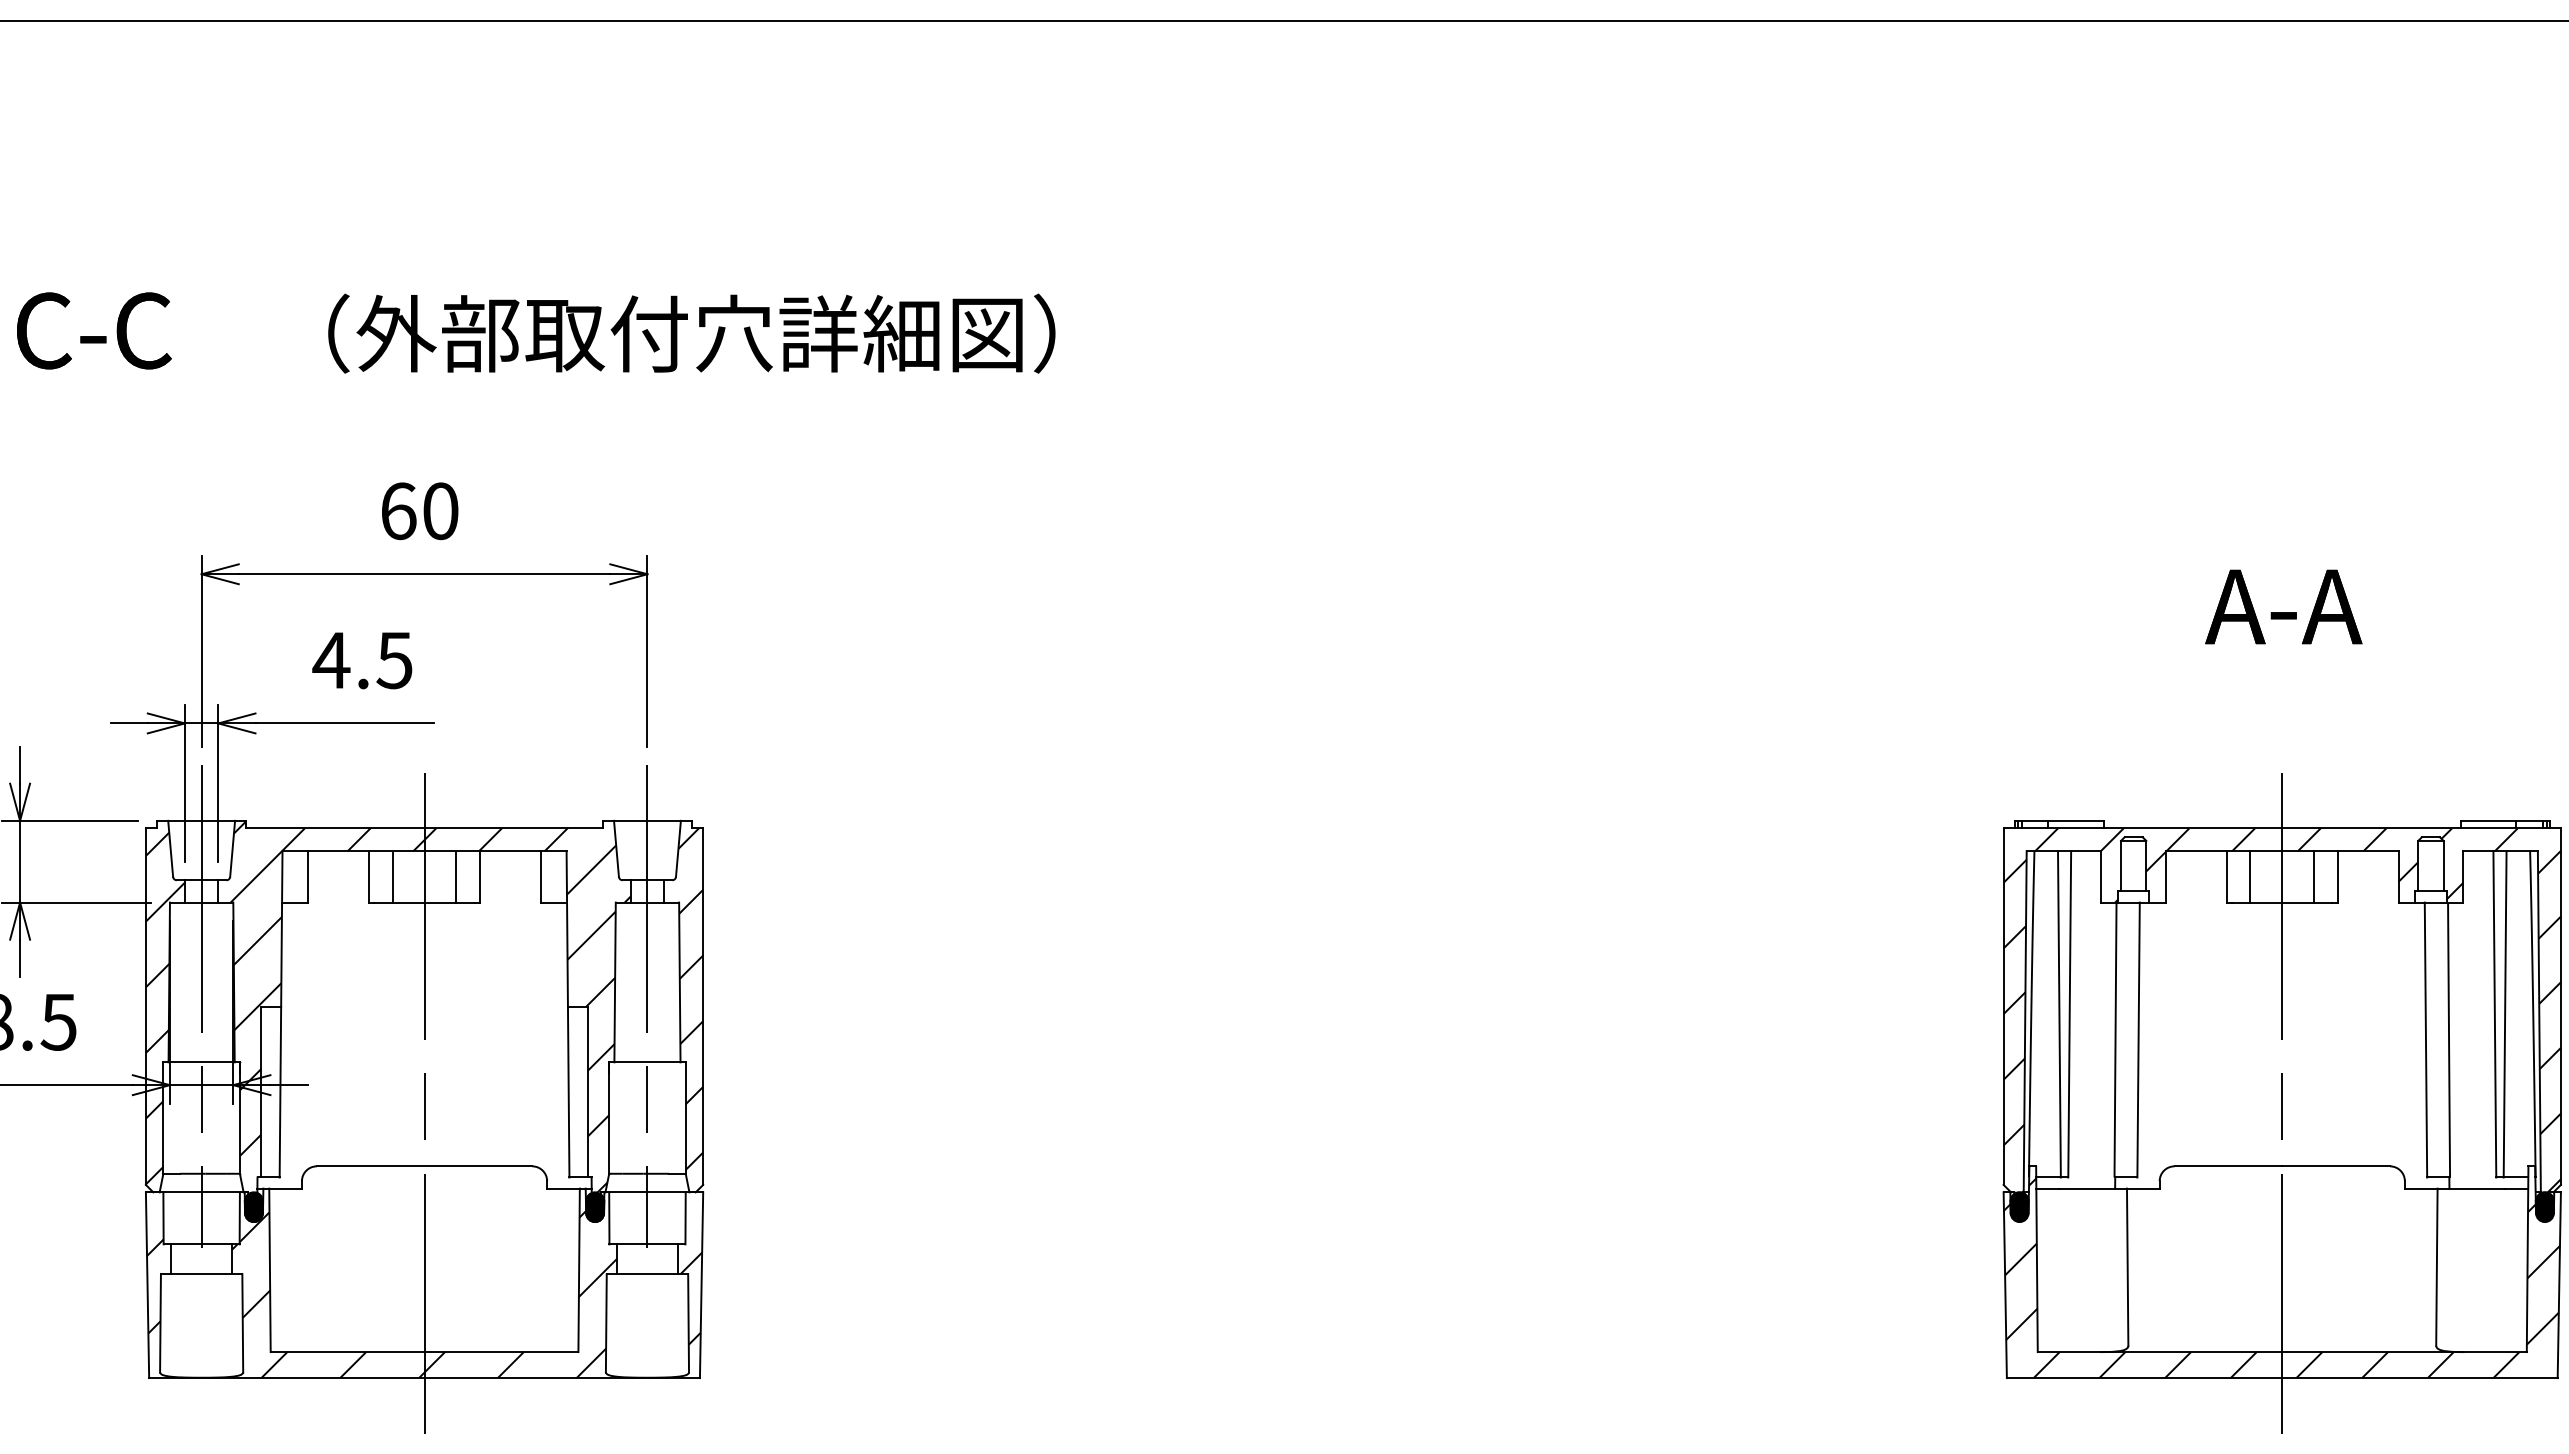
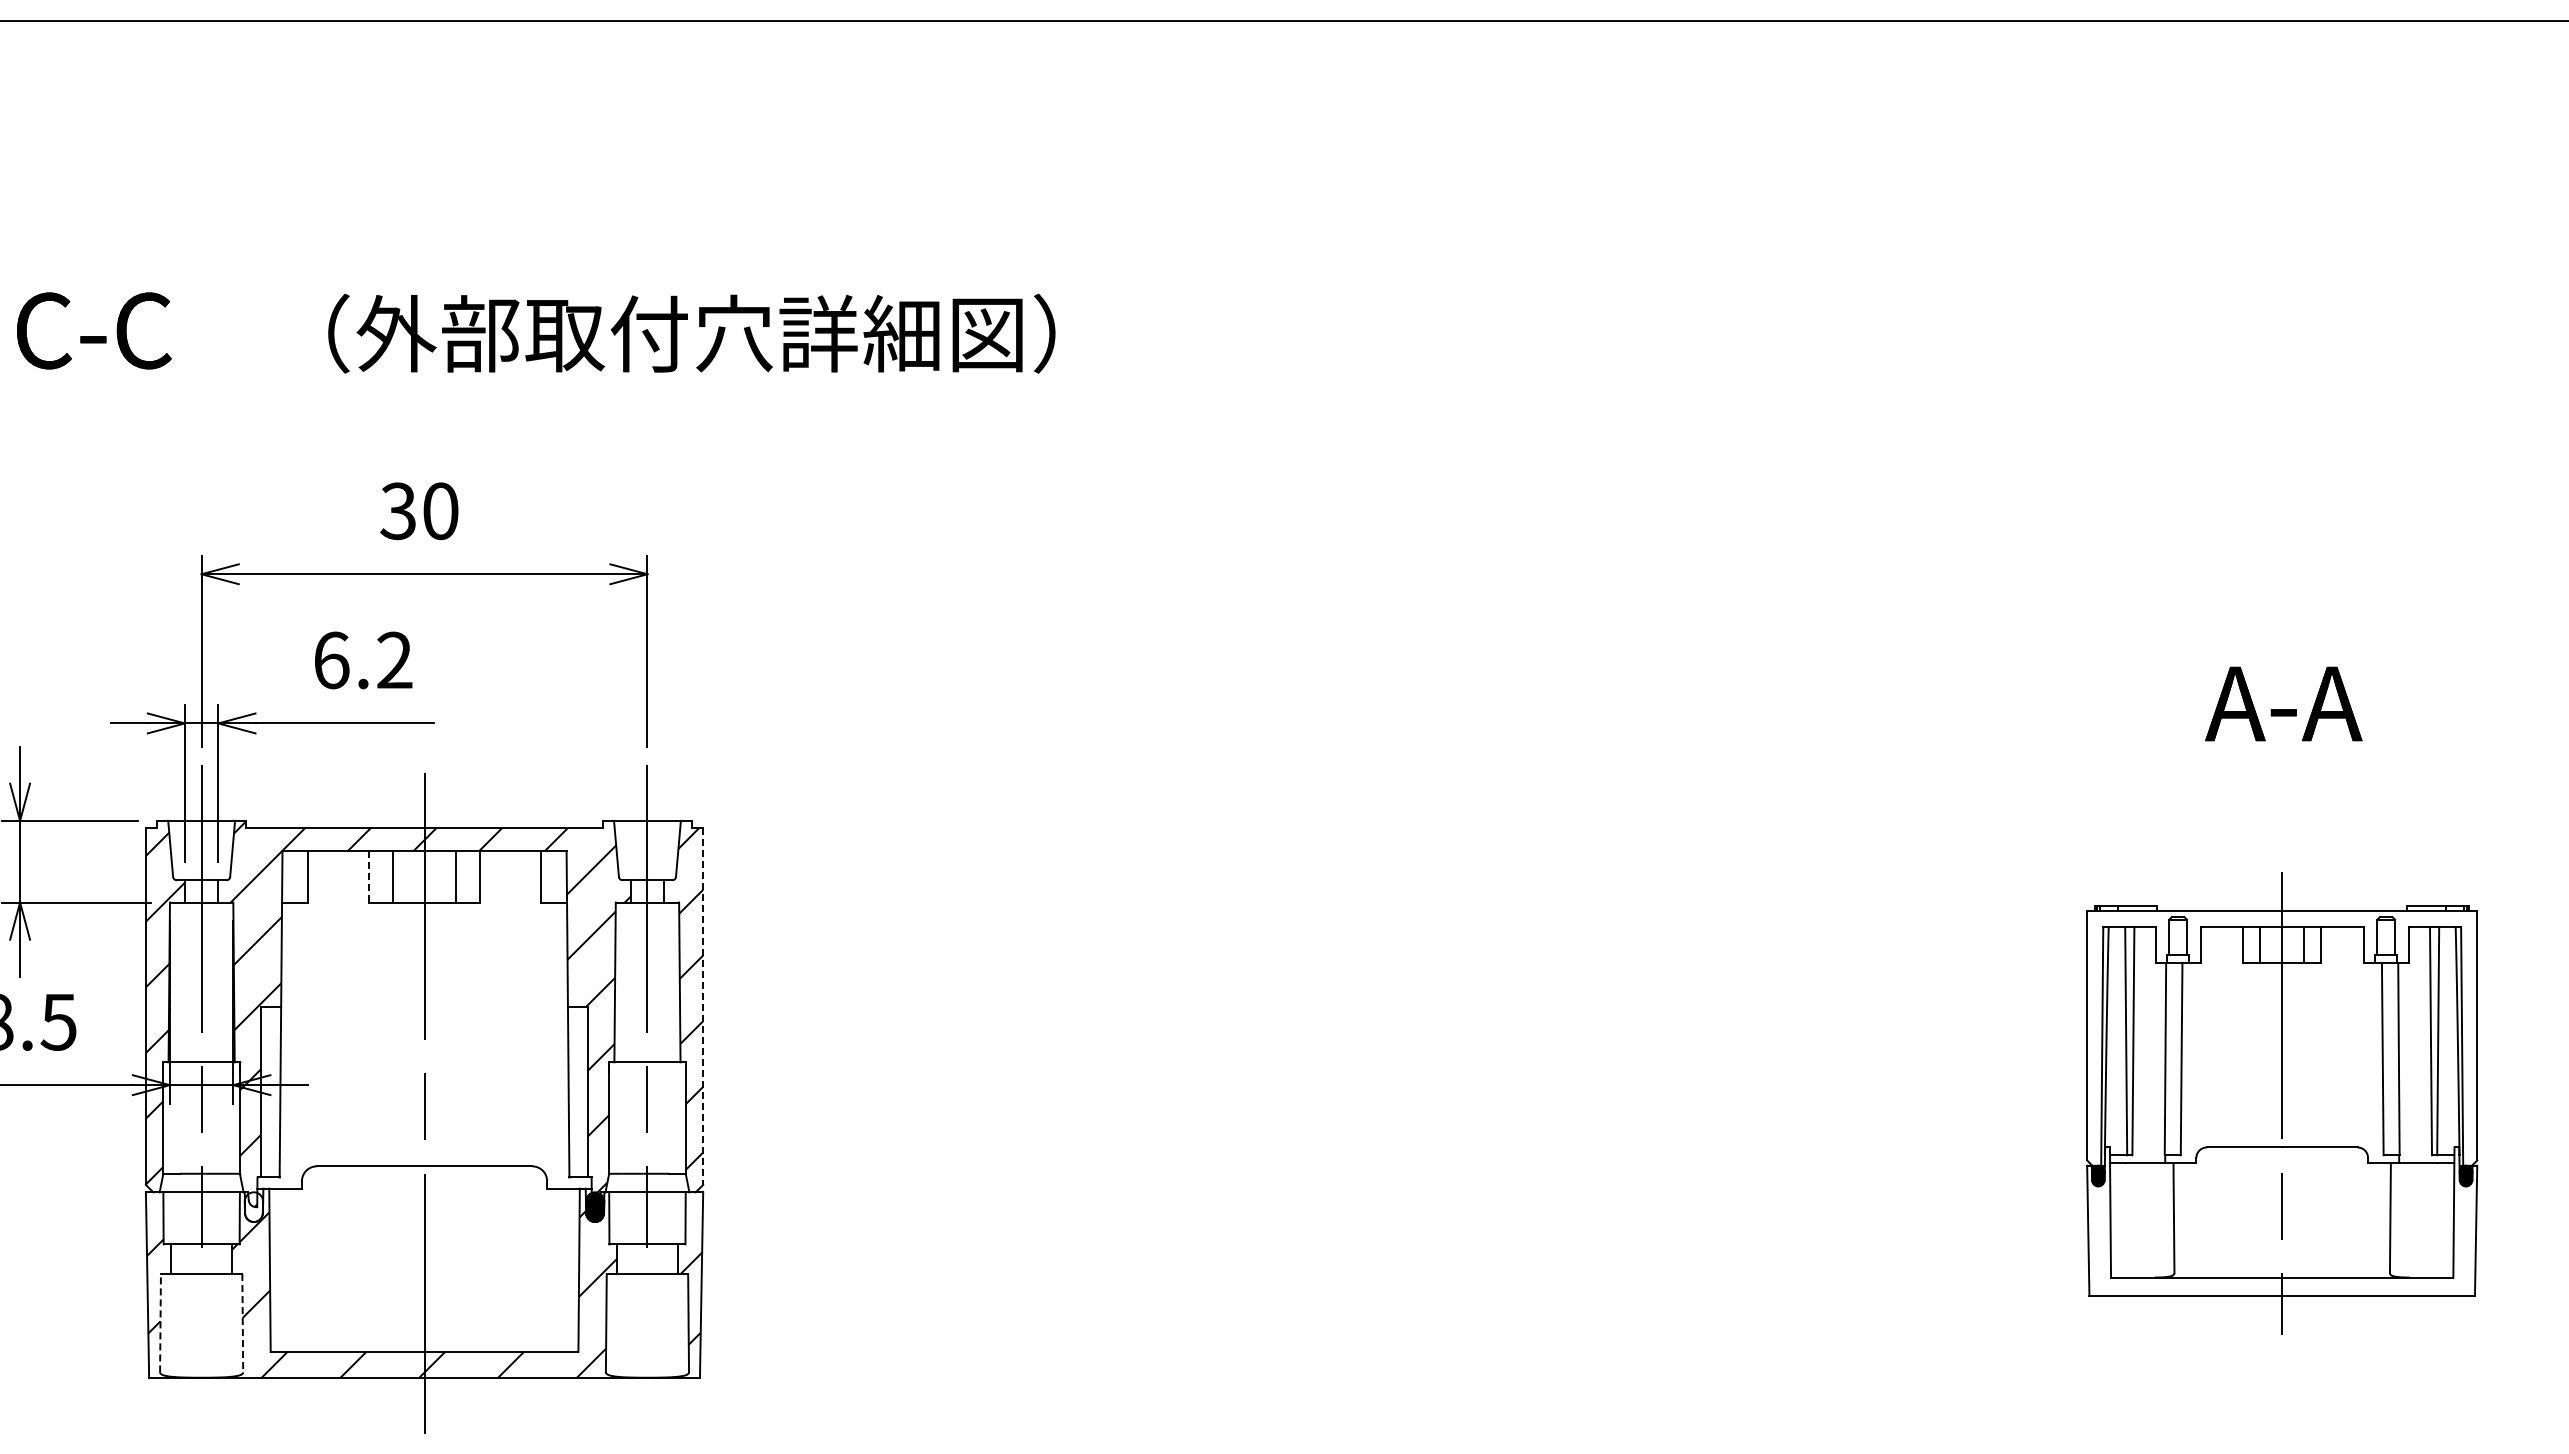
text at (398, 511): 60 -> 30
text at (2283, 606) position: (2283, 606) -> (2283, 703)
text at (362, 660): 4.5 -> 6.2
line at (368, 876): solid -> dashed
line at (703, 1007): solid -> dashed
part at (2281, 1103) size: 560x661 px -> 393x463 px
fill at (253, 1207): present -> none
line at (160, 1322): solid -> dashed
line at (242, 1323): solid -> dashed
